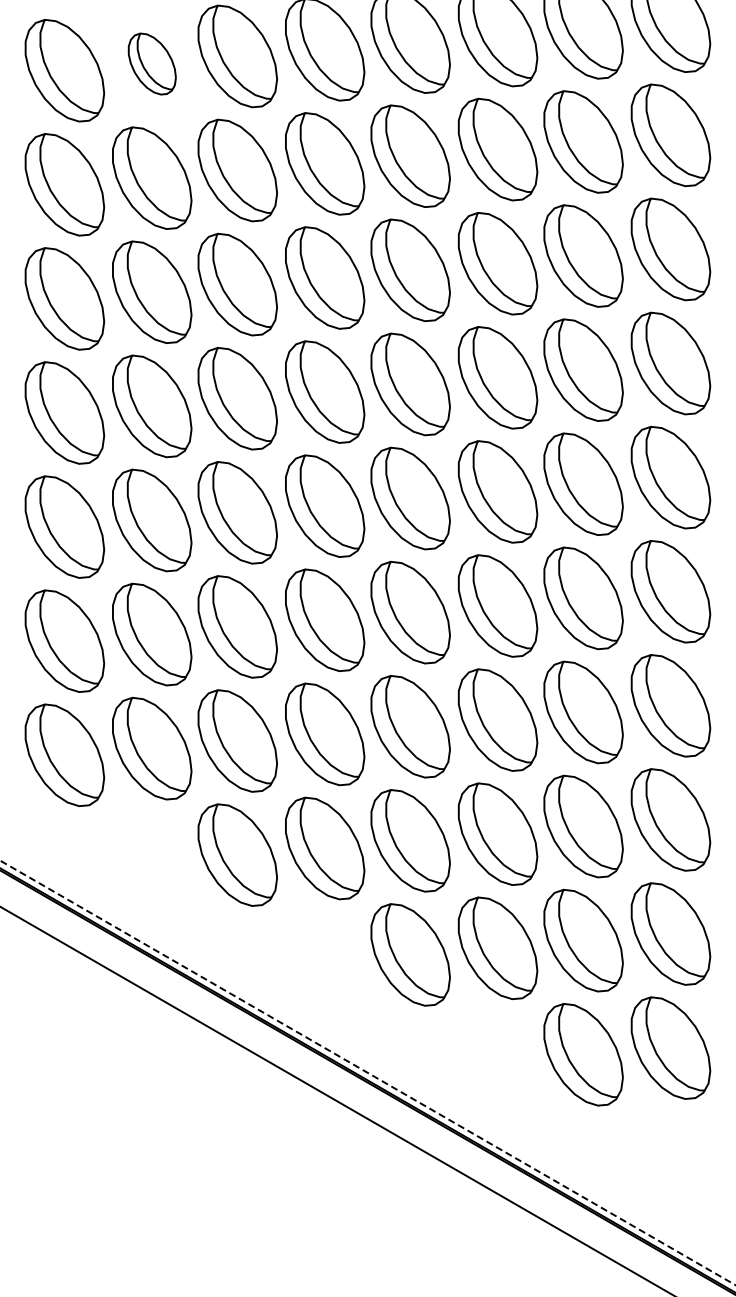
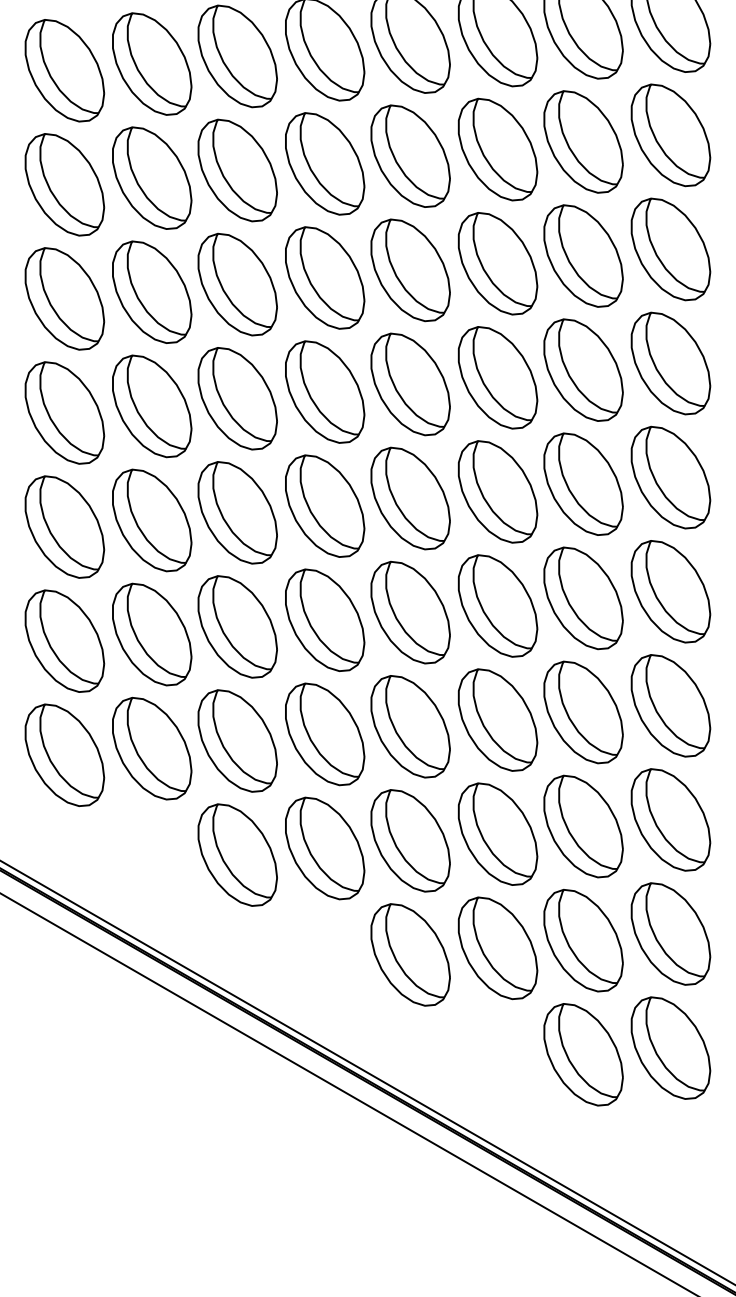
part at (151, 63) size: 50x64 px -> 81x104 px
line at (367, 1072): dashed -> solid
line at (336, 1100) position: (336, 1100) -> (348, 1093)
